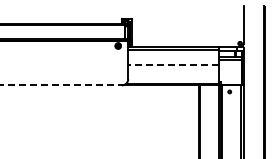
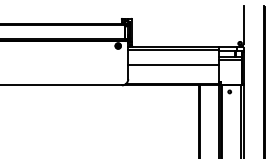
line at (173, 64): dashed -> solid
line at (61, 85): dashed -> solid
